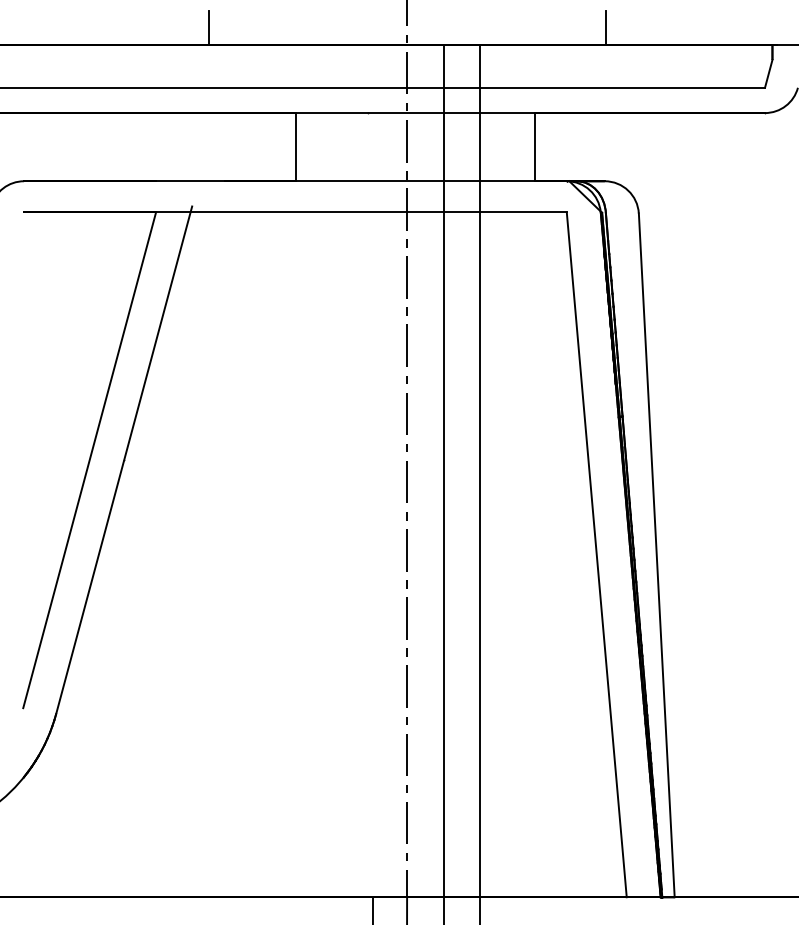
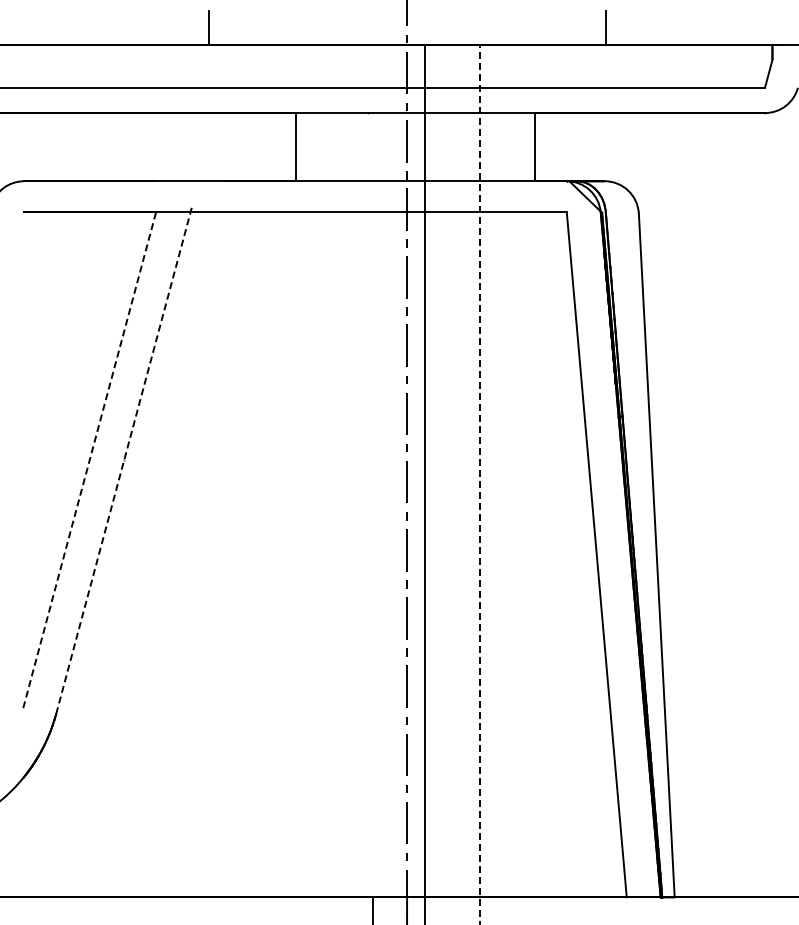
line at (89, 460): solid -> dashed
line at (124, 460): solid -> dashed
line at (443, 482) position: (443, 482) -> (424, 482)
line at (479, 484): solid -> dashed
